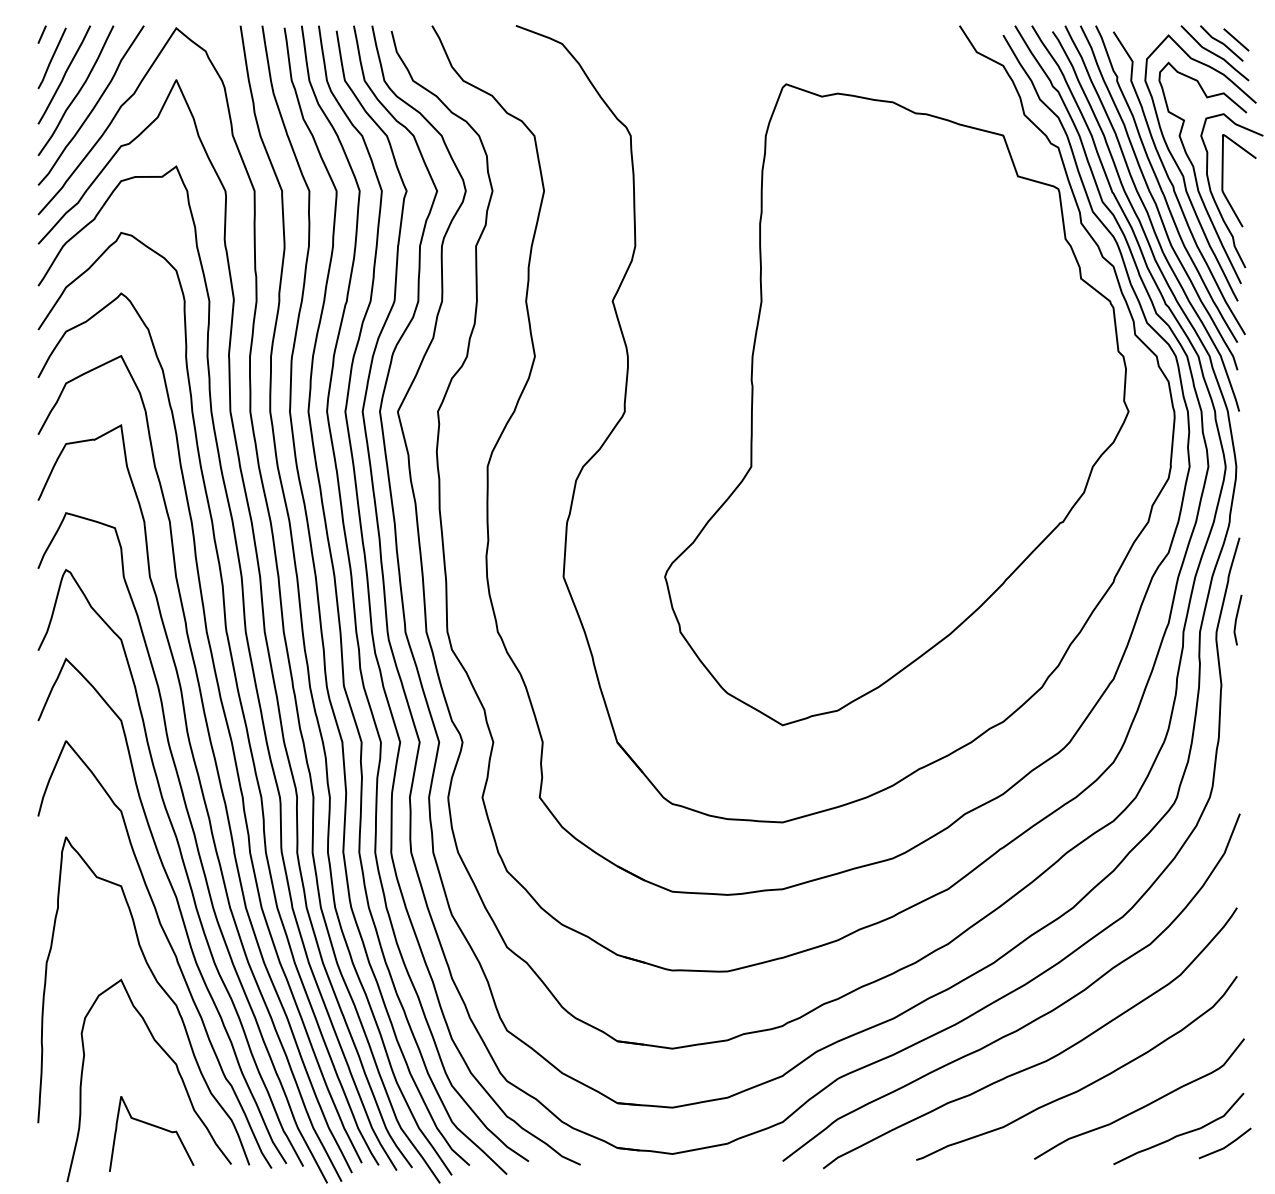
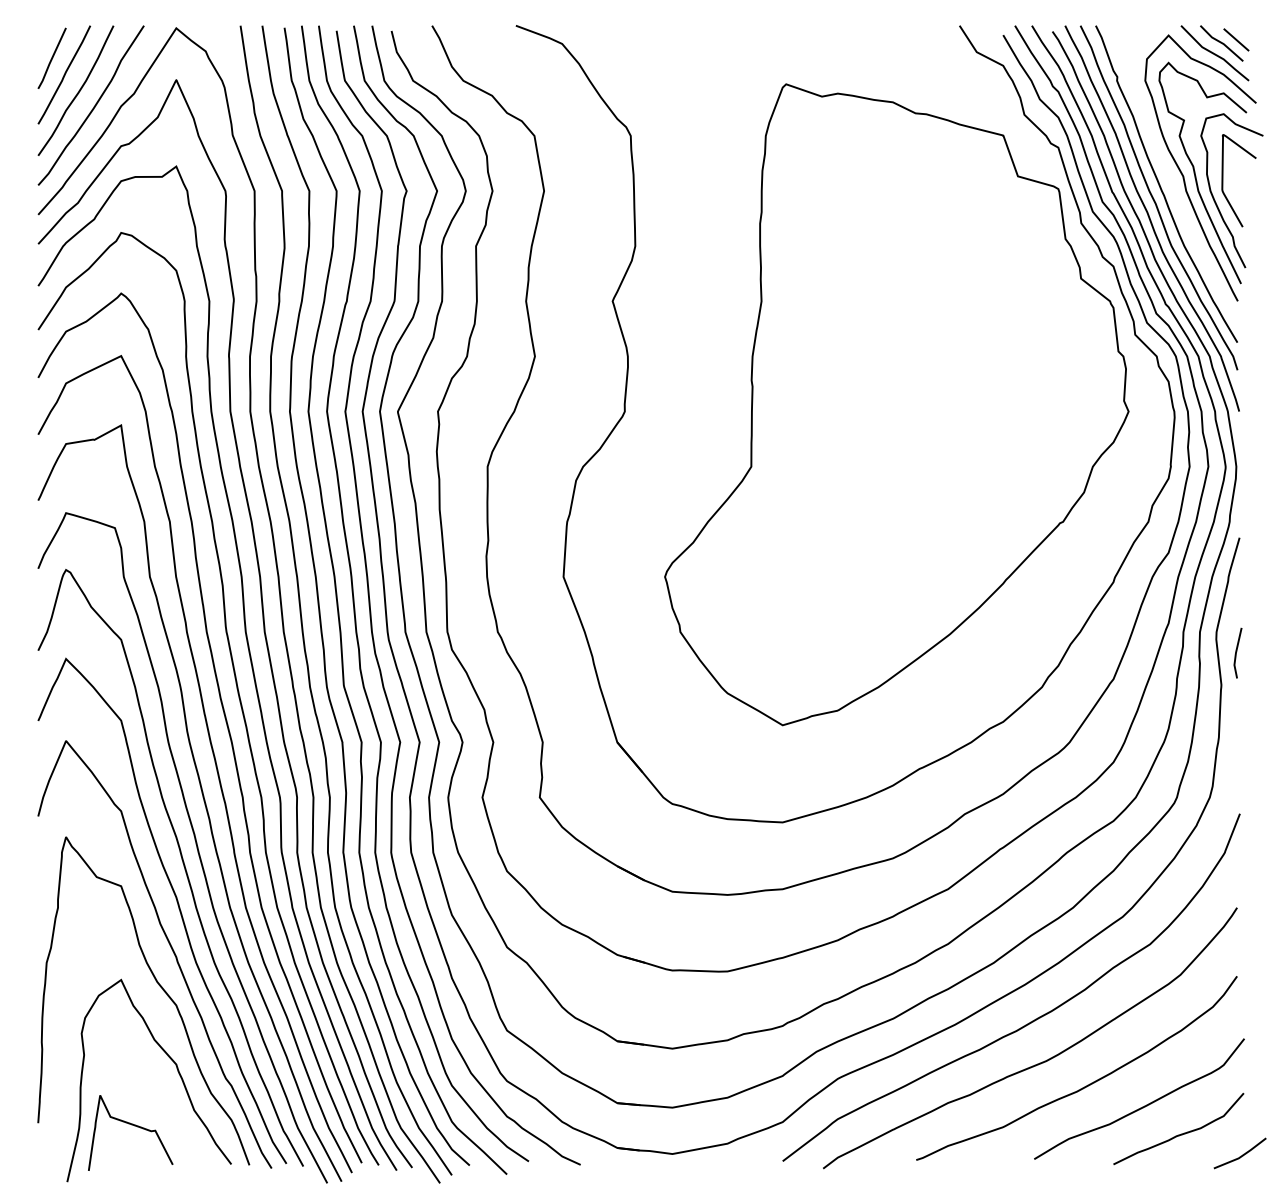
line at (41, 34): present -> none
curve at (1174, 186): present -> none
line at (1237, 618) position: (1237, 618) -> (1237, 651)
curve at (152, 1126) position: (152, 1126) -> (131, 1125)
line at (1226, 1145) position: (1226, 1145) -> (1241, 1155)
